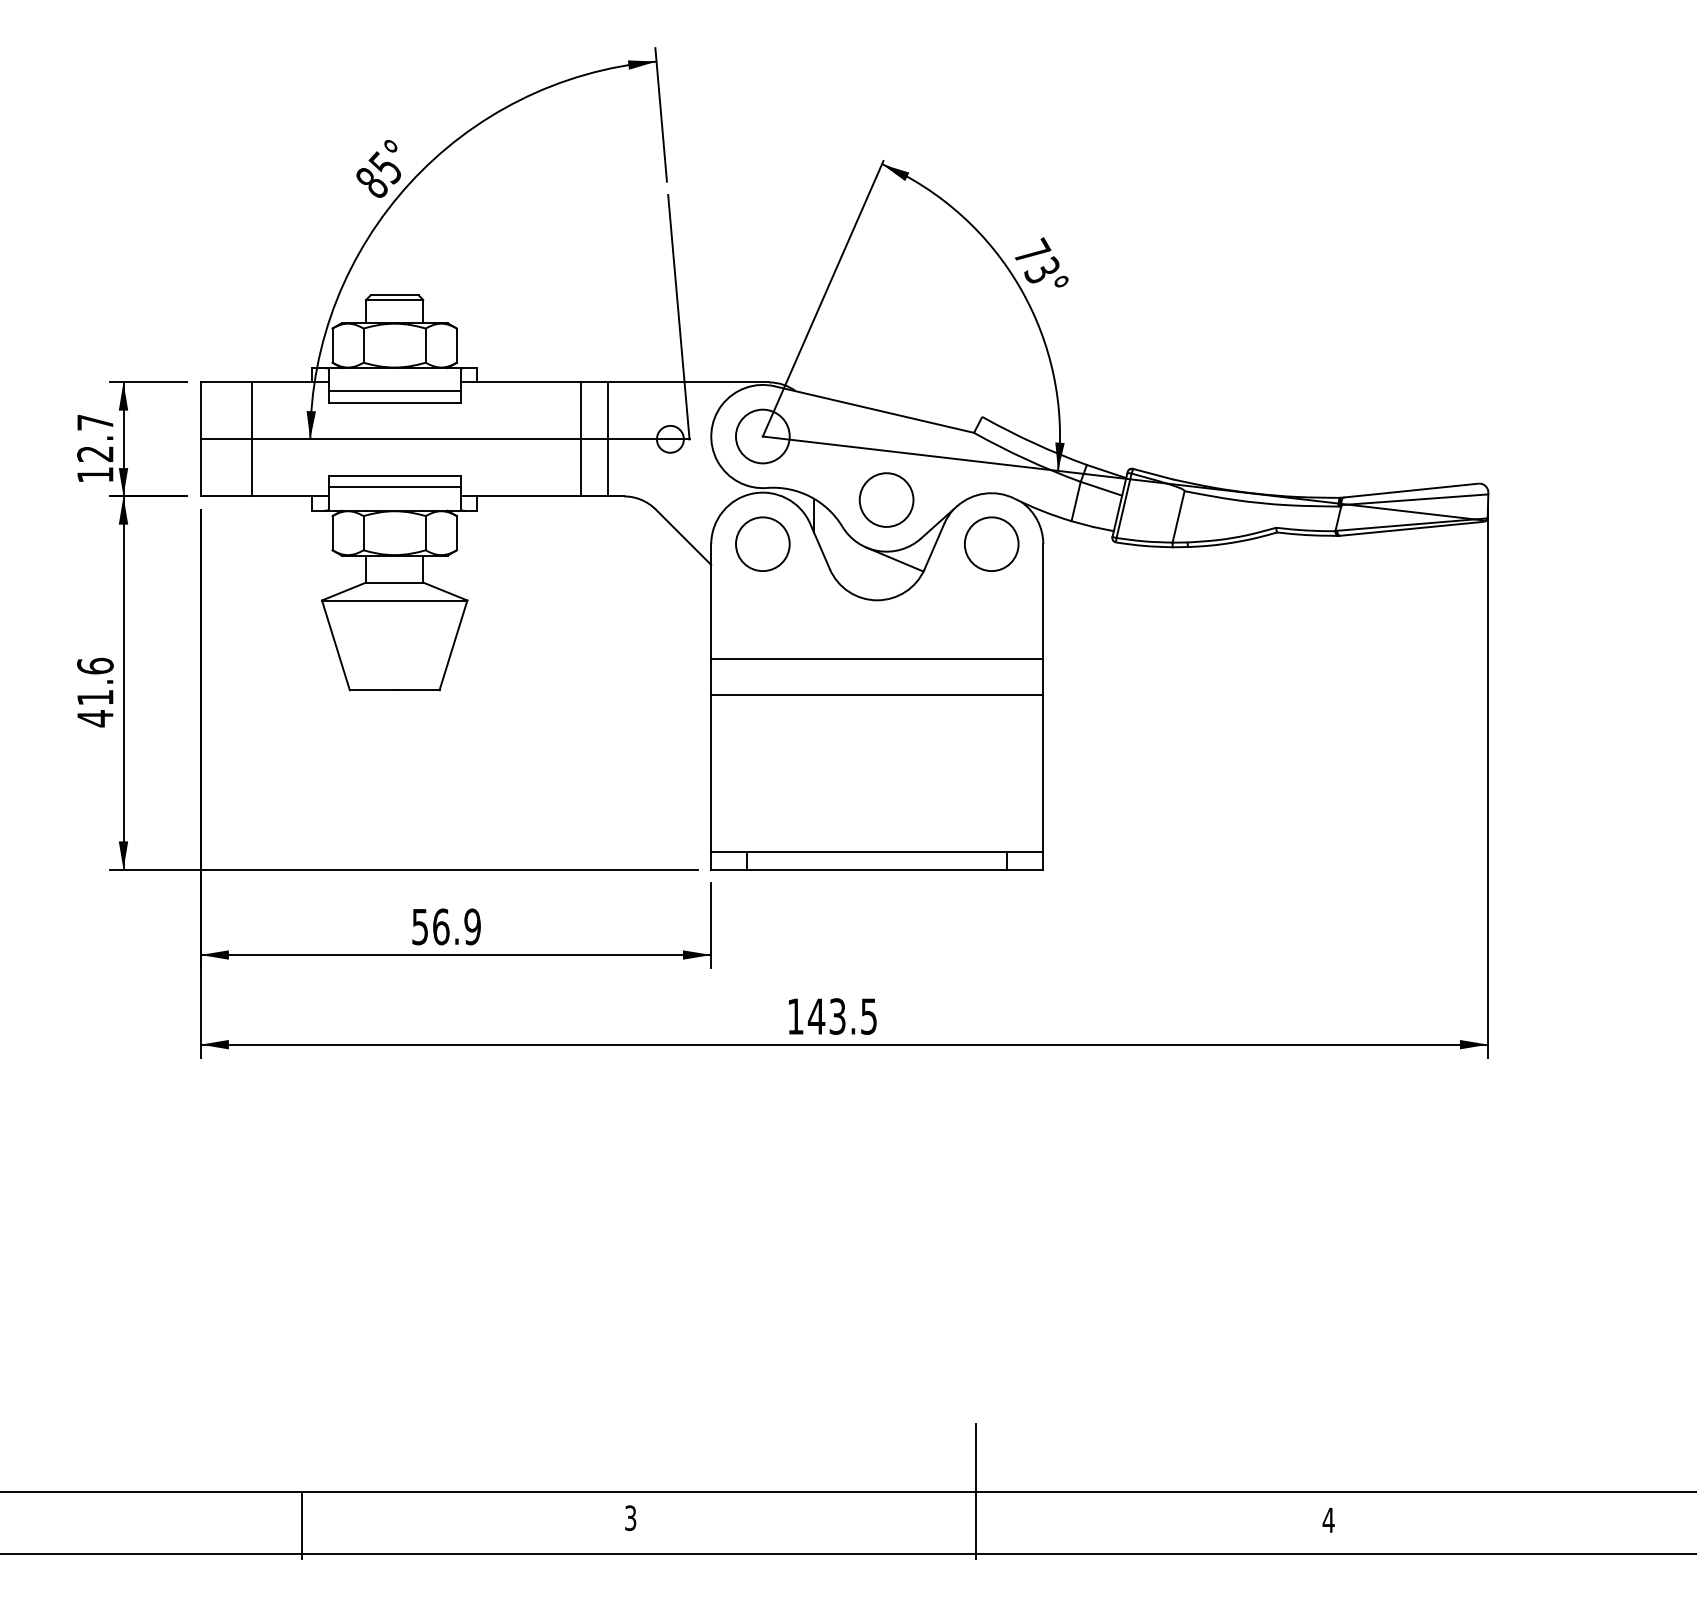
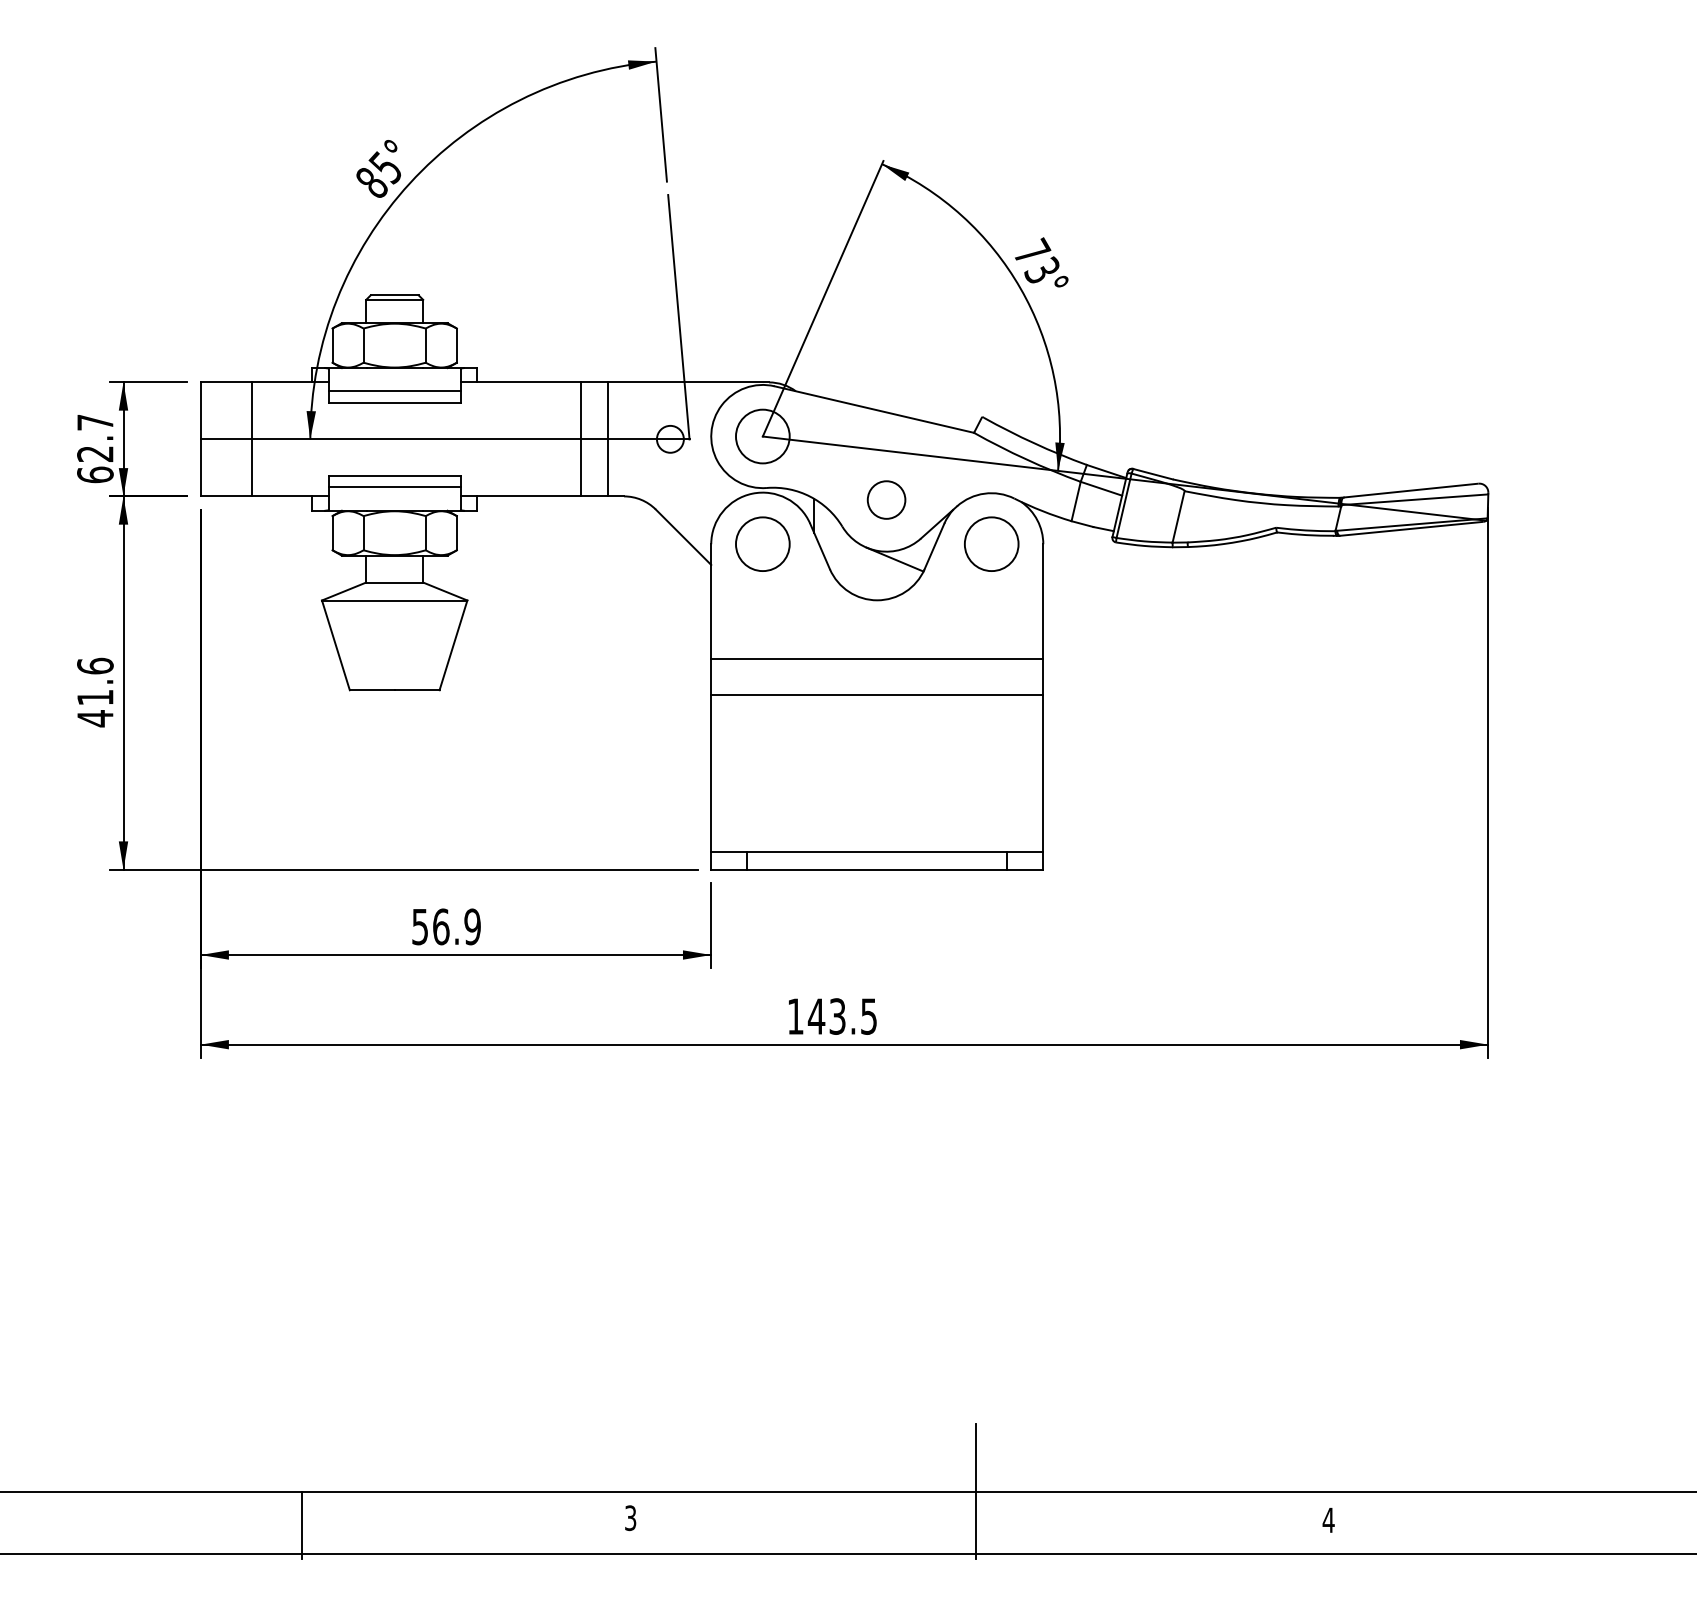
text at (95, 474): 12.7 -> 62.7
circle at (886, 499) size: 57x56 px -> 41x40 px
